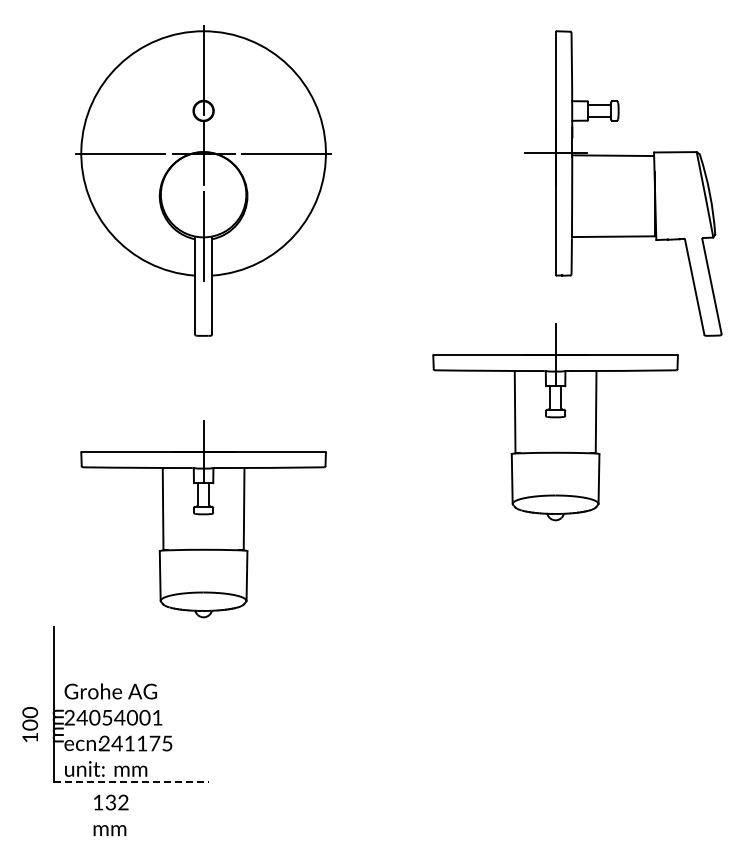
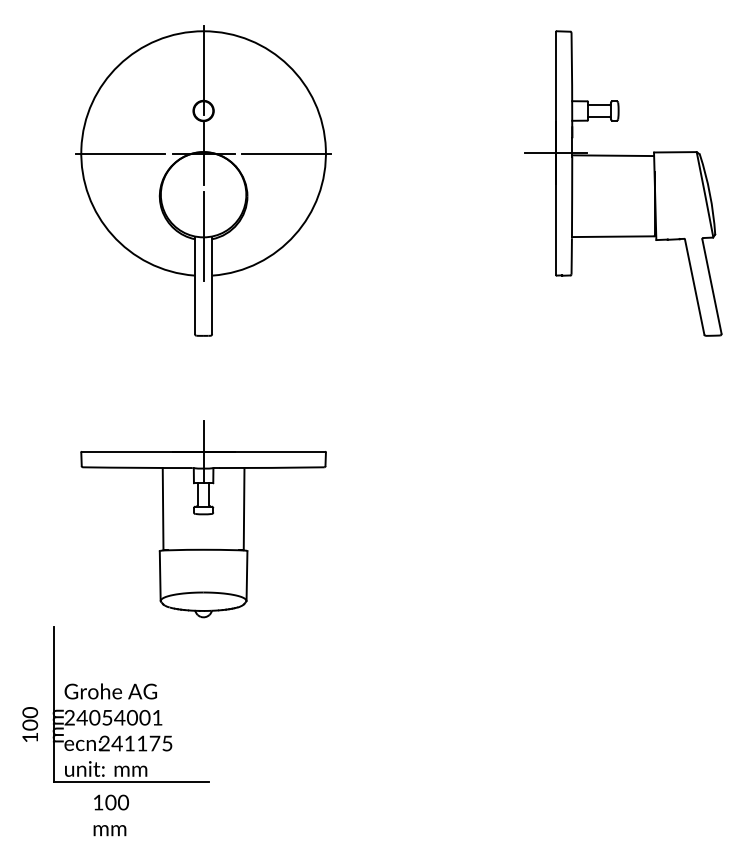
part at (555, 422): present -> none
line at (132, 782): dashed -> solid
text at (117, 802): 132 -> 100
